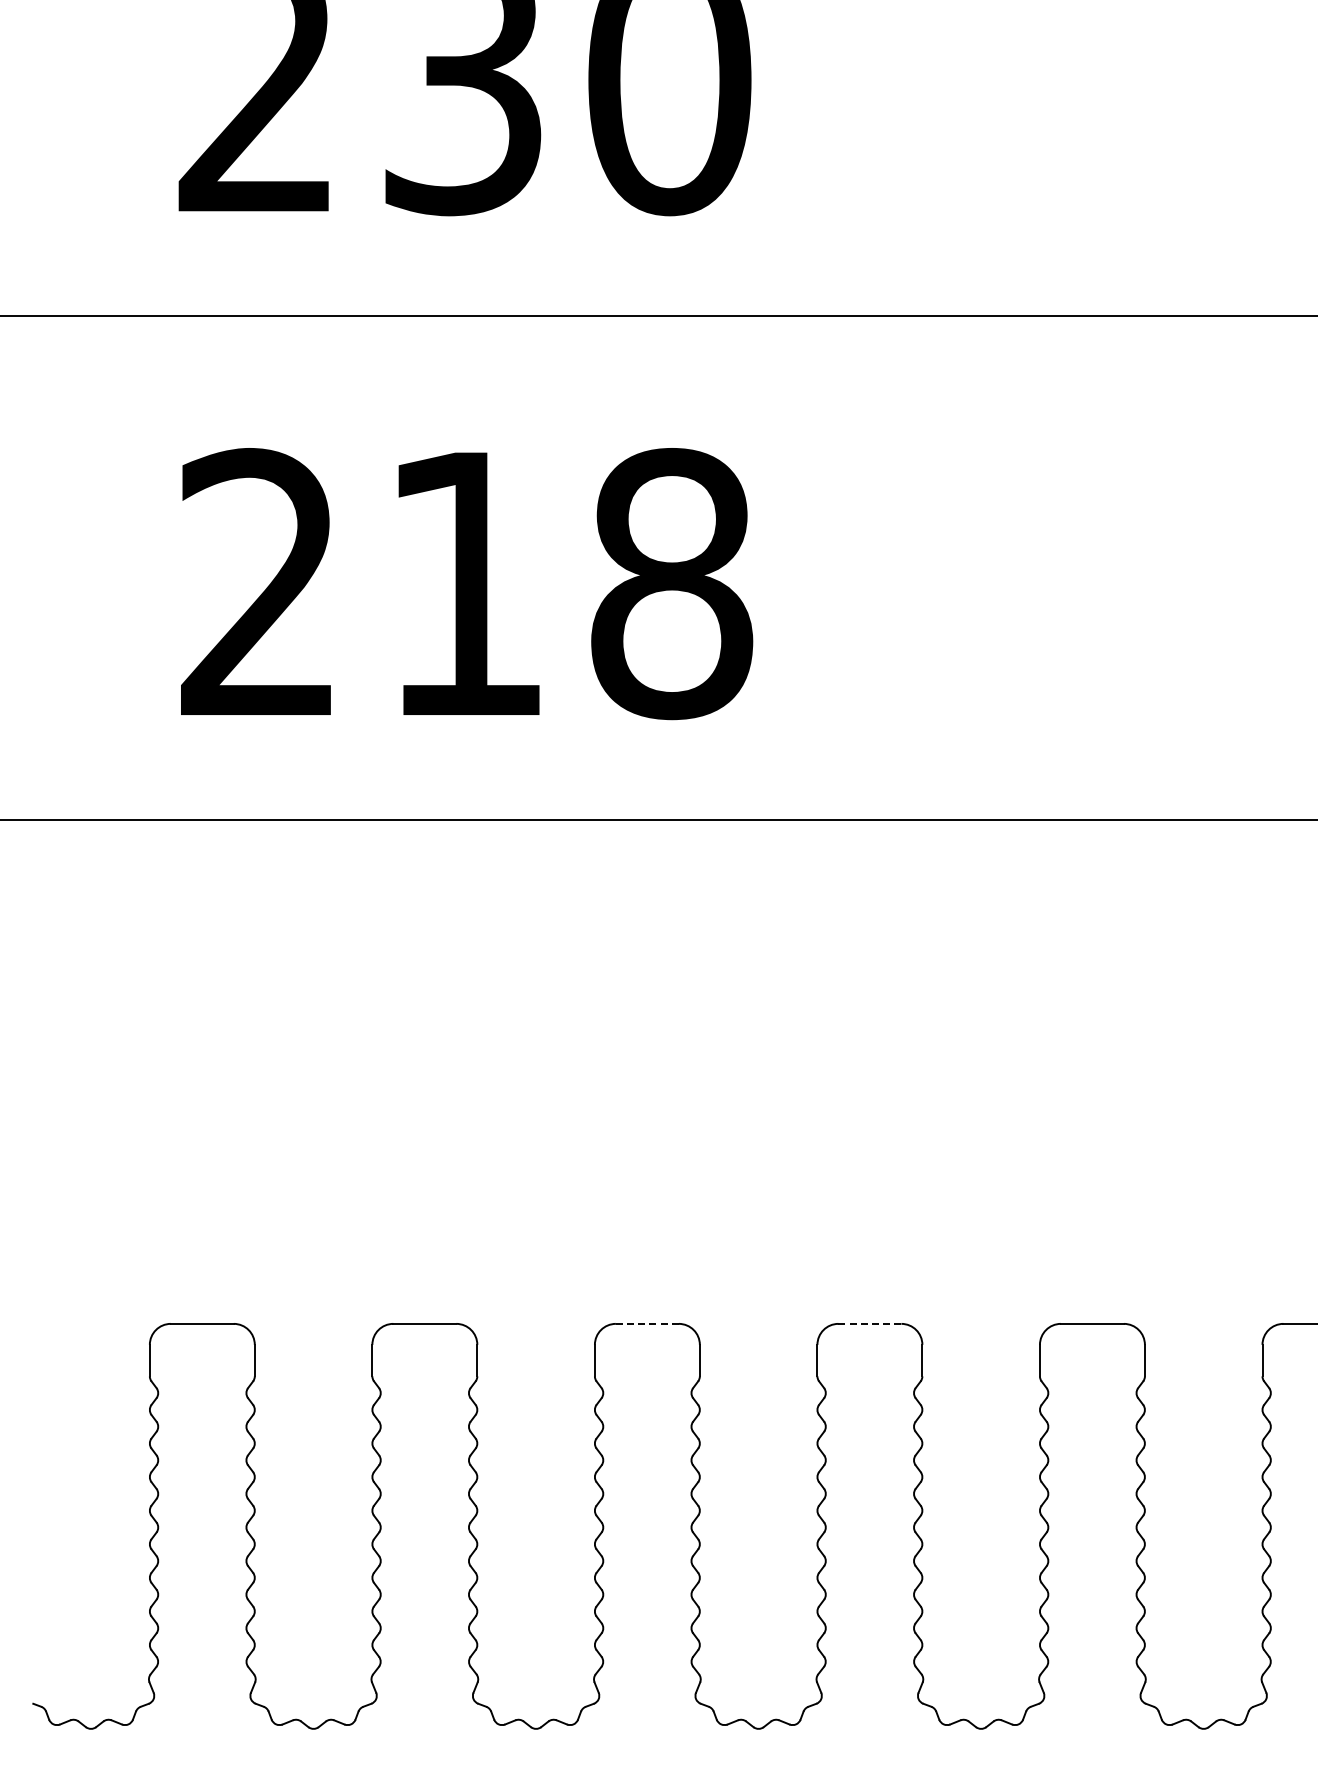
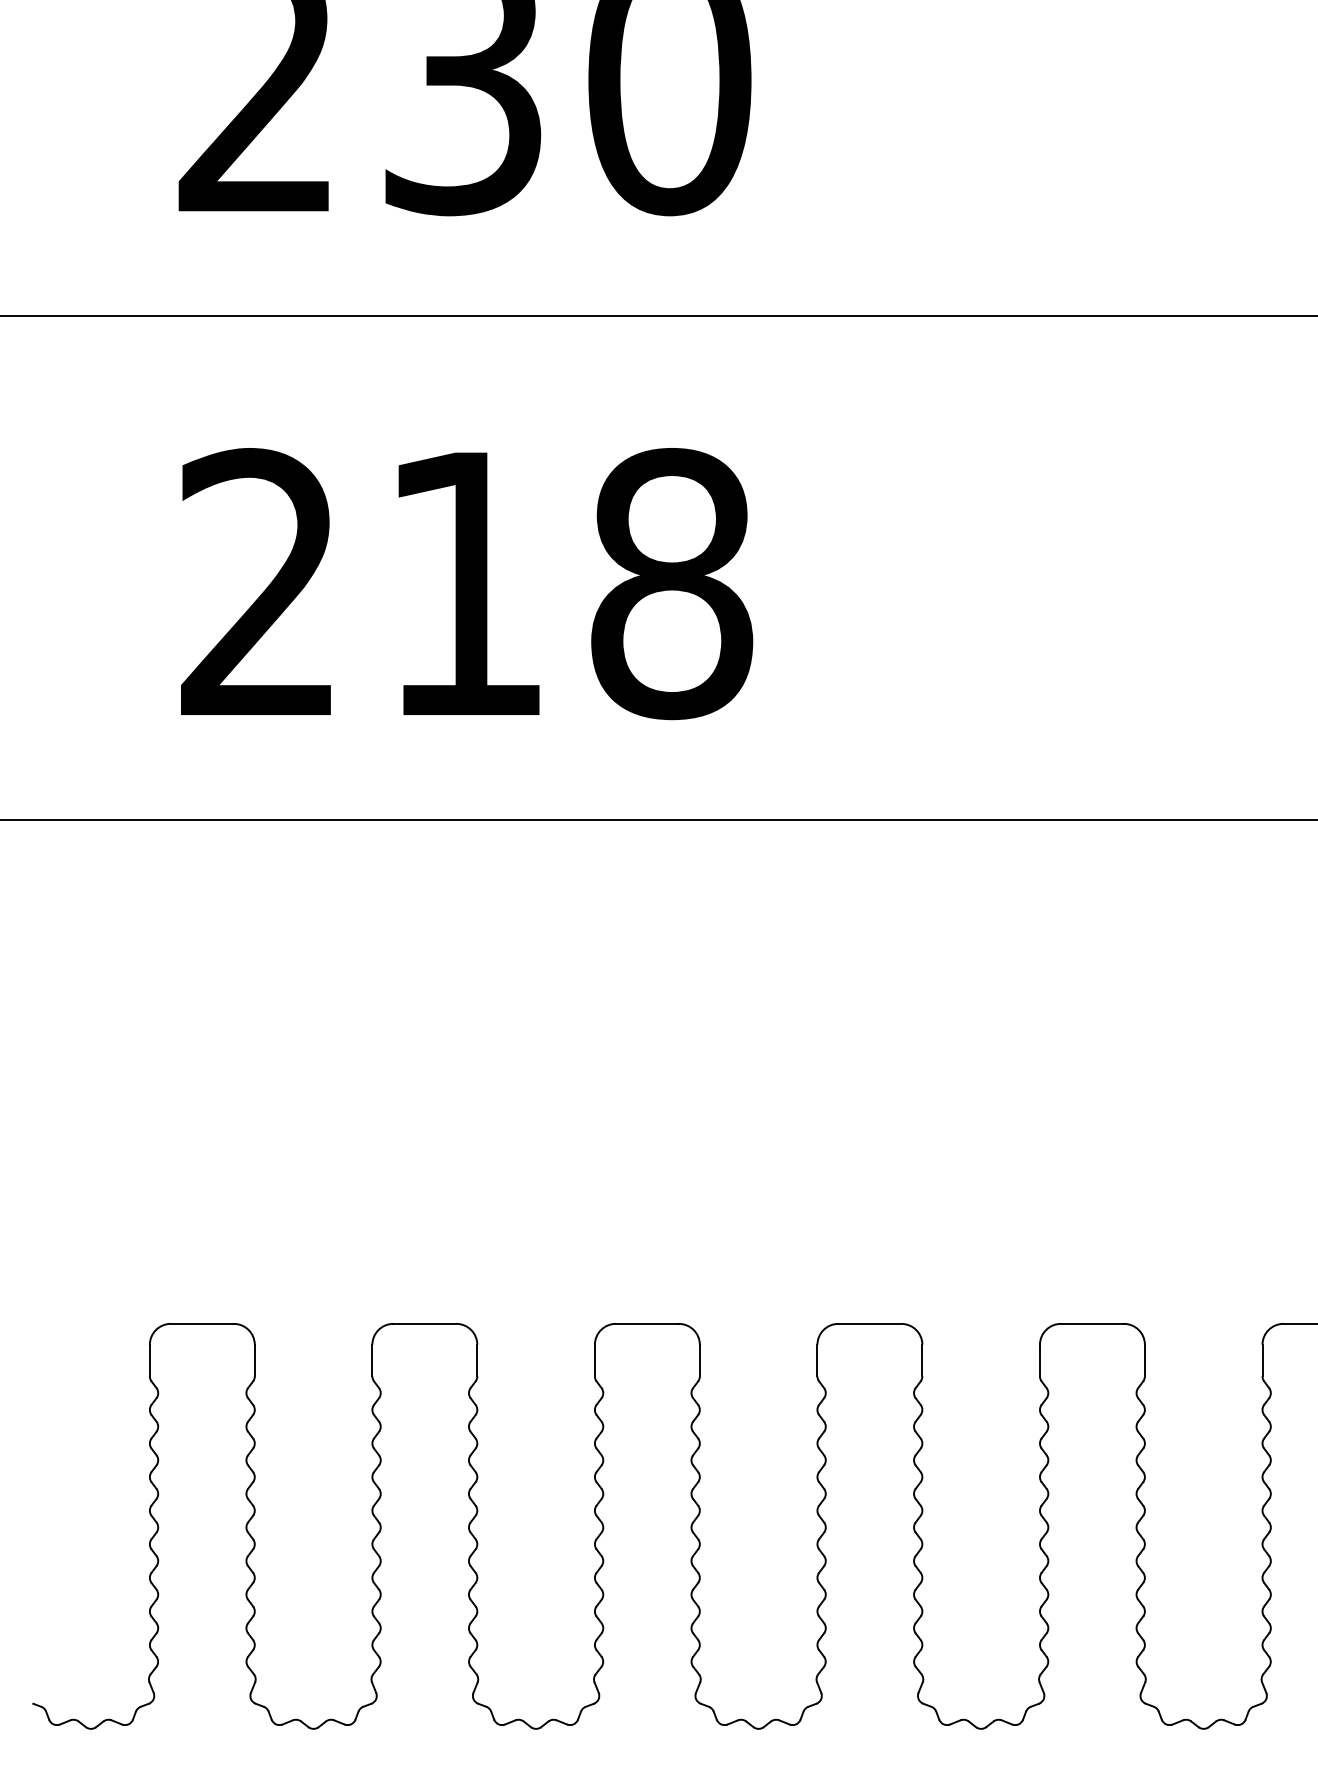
line at (646, 1323): dashed -> solid
line at (869, 1323): dashed -> solid
